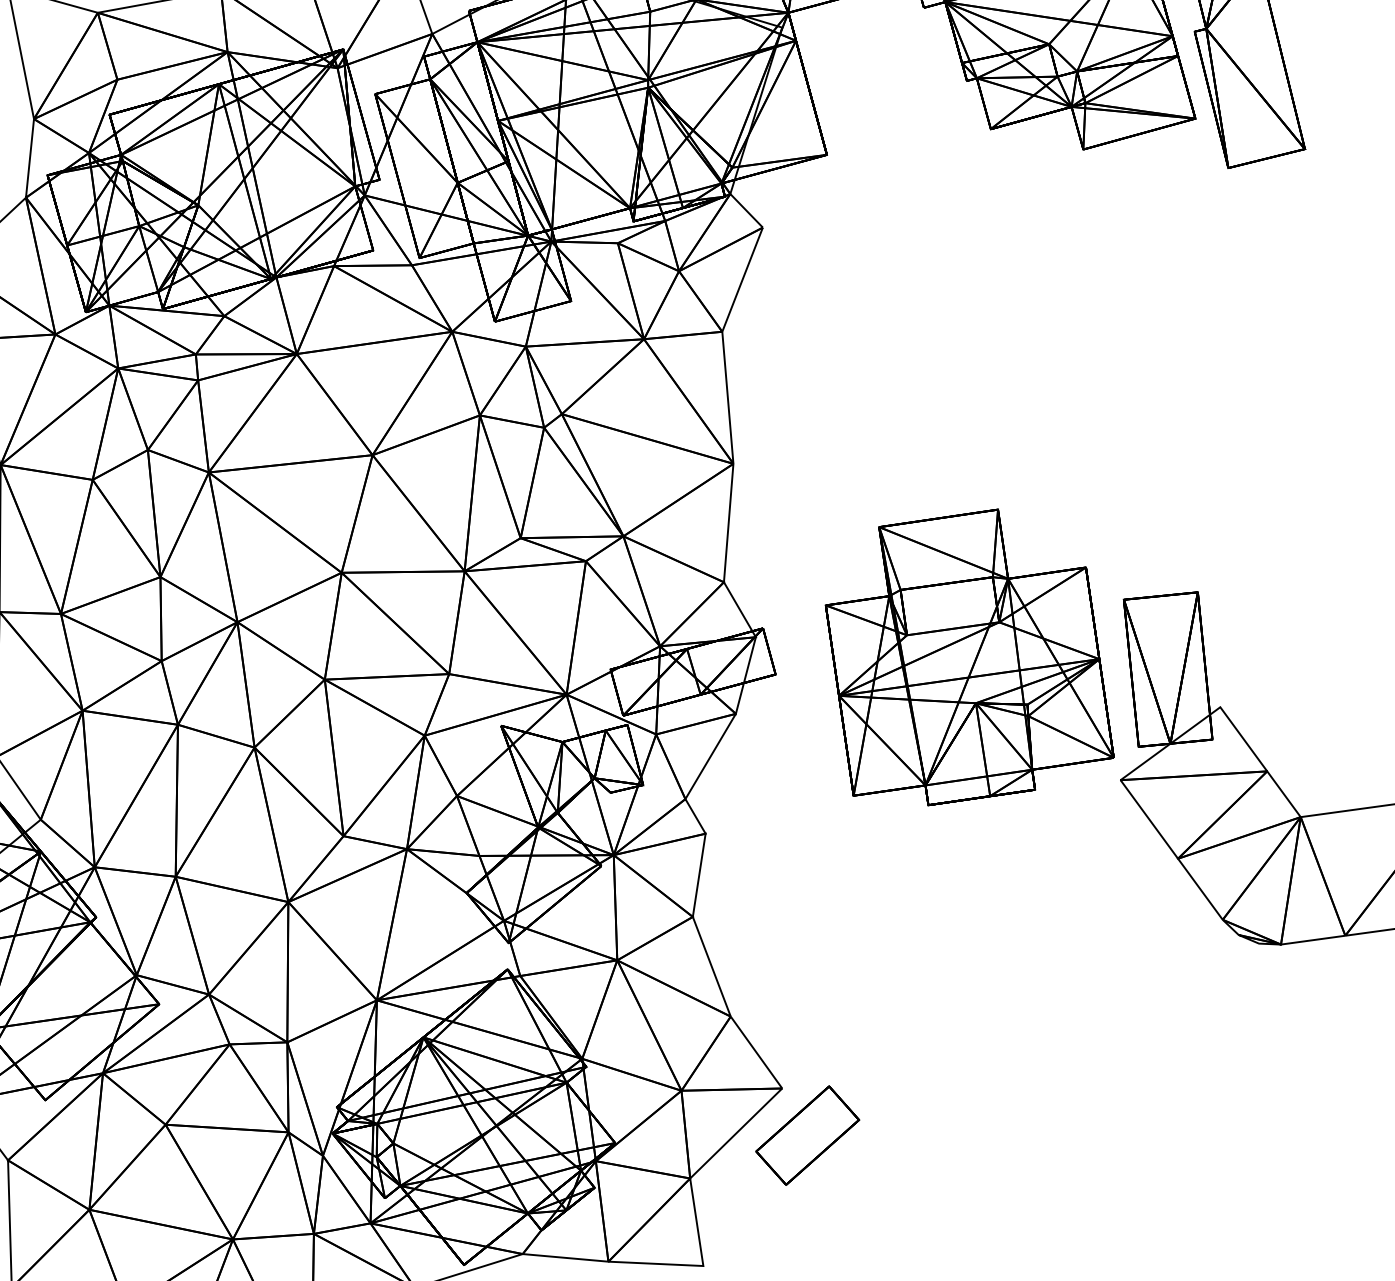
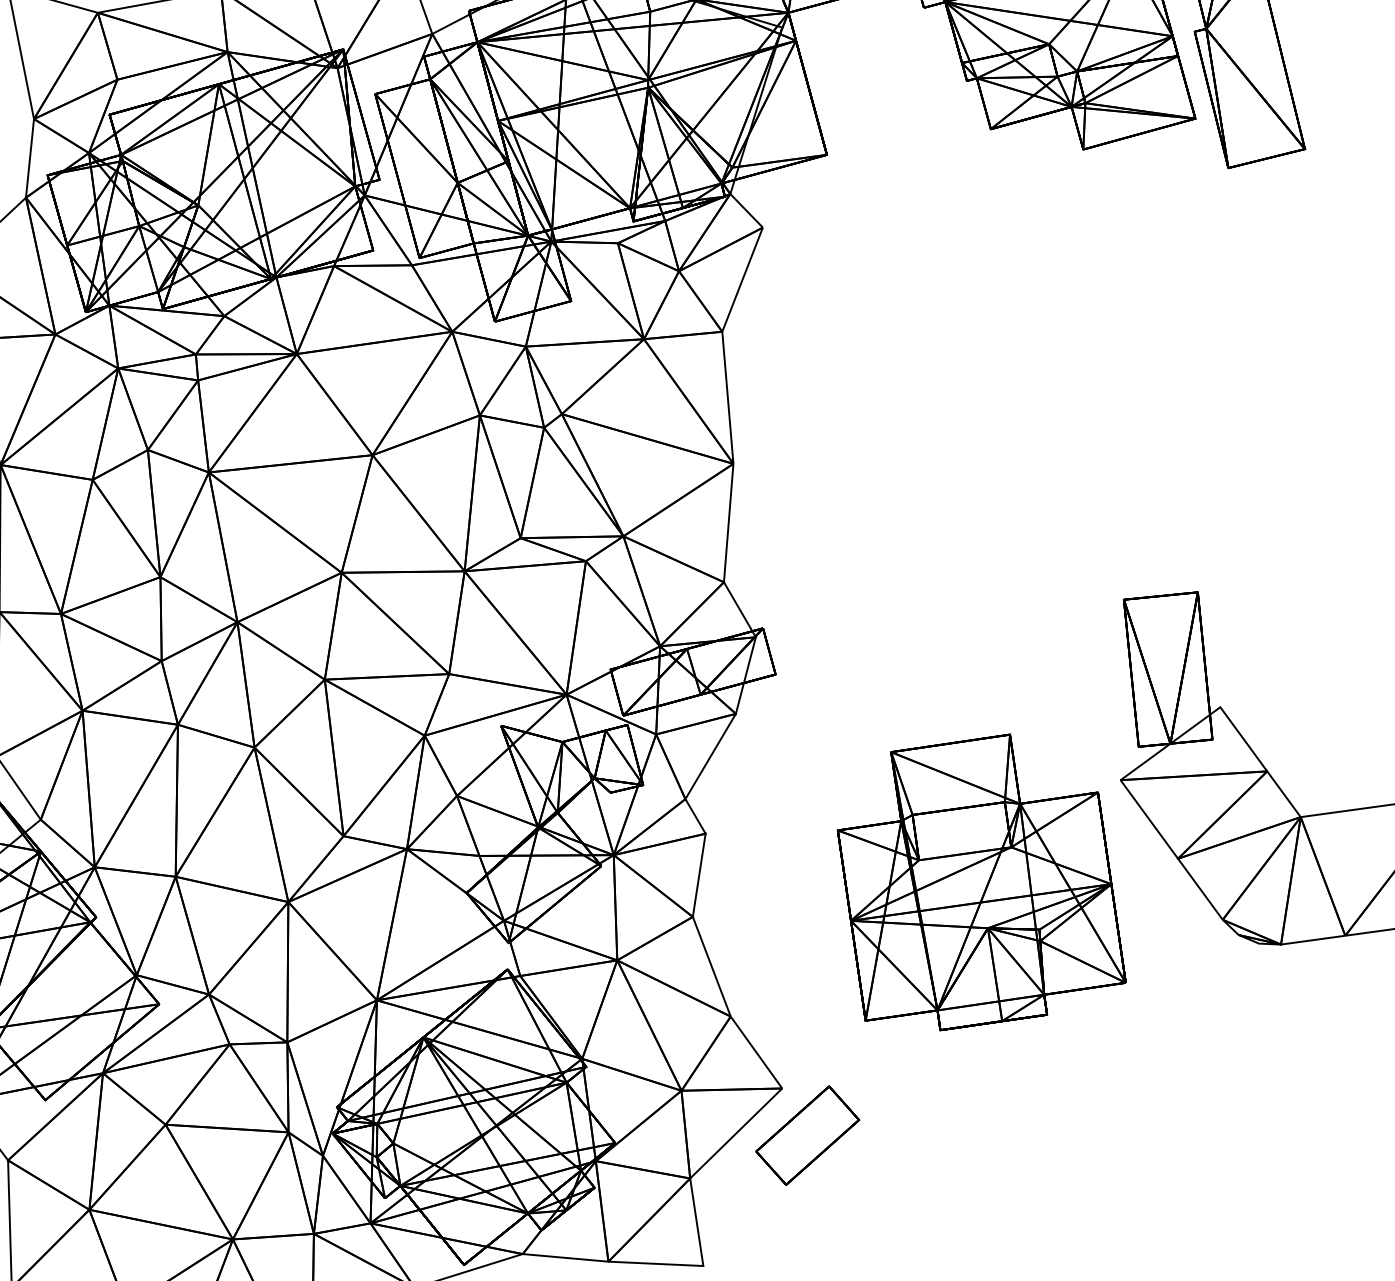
part at (969, 657) position: (969, 657) -> (981, 882)
